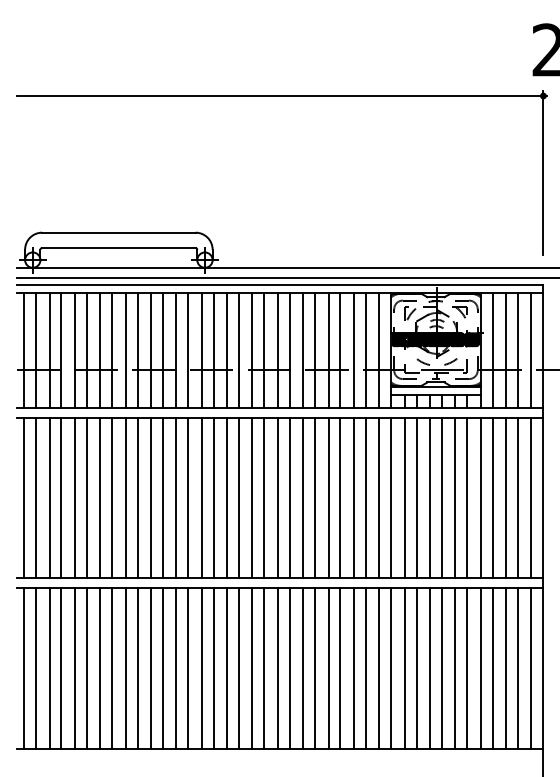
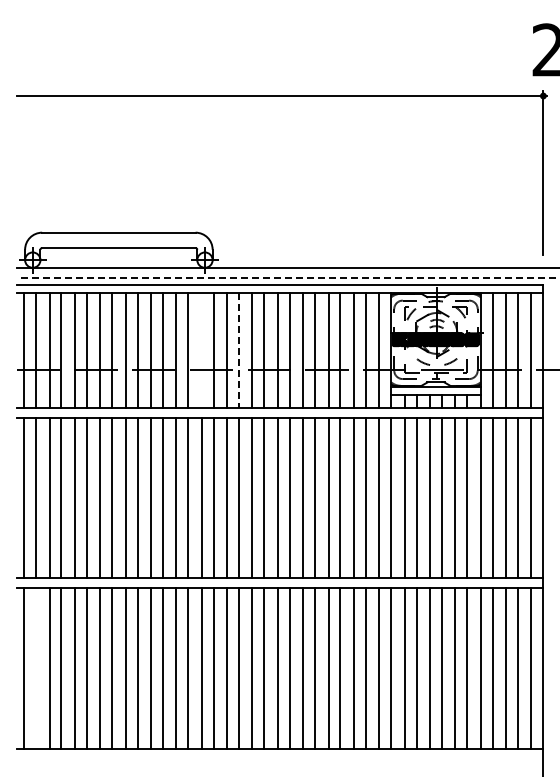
line at (287, 278): solid -> dashed
line at (201, 349): present -> none
line at (239, 350): solid -> dashed
line at (36, 668): present -> none
